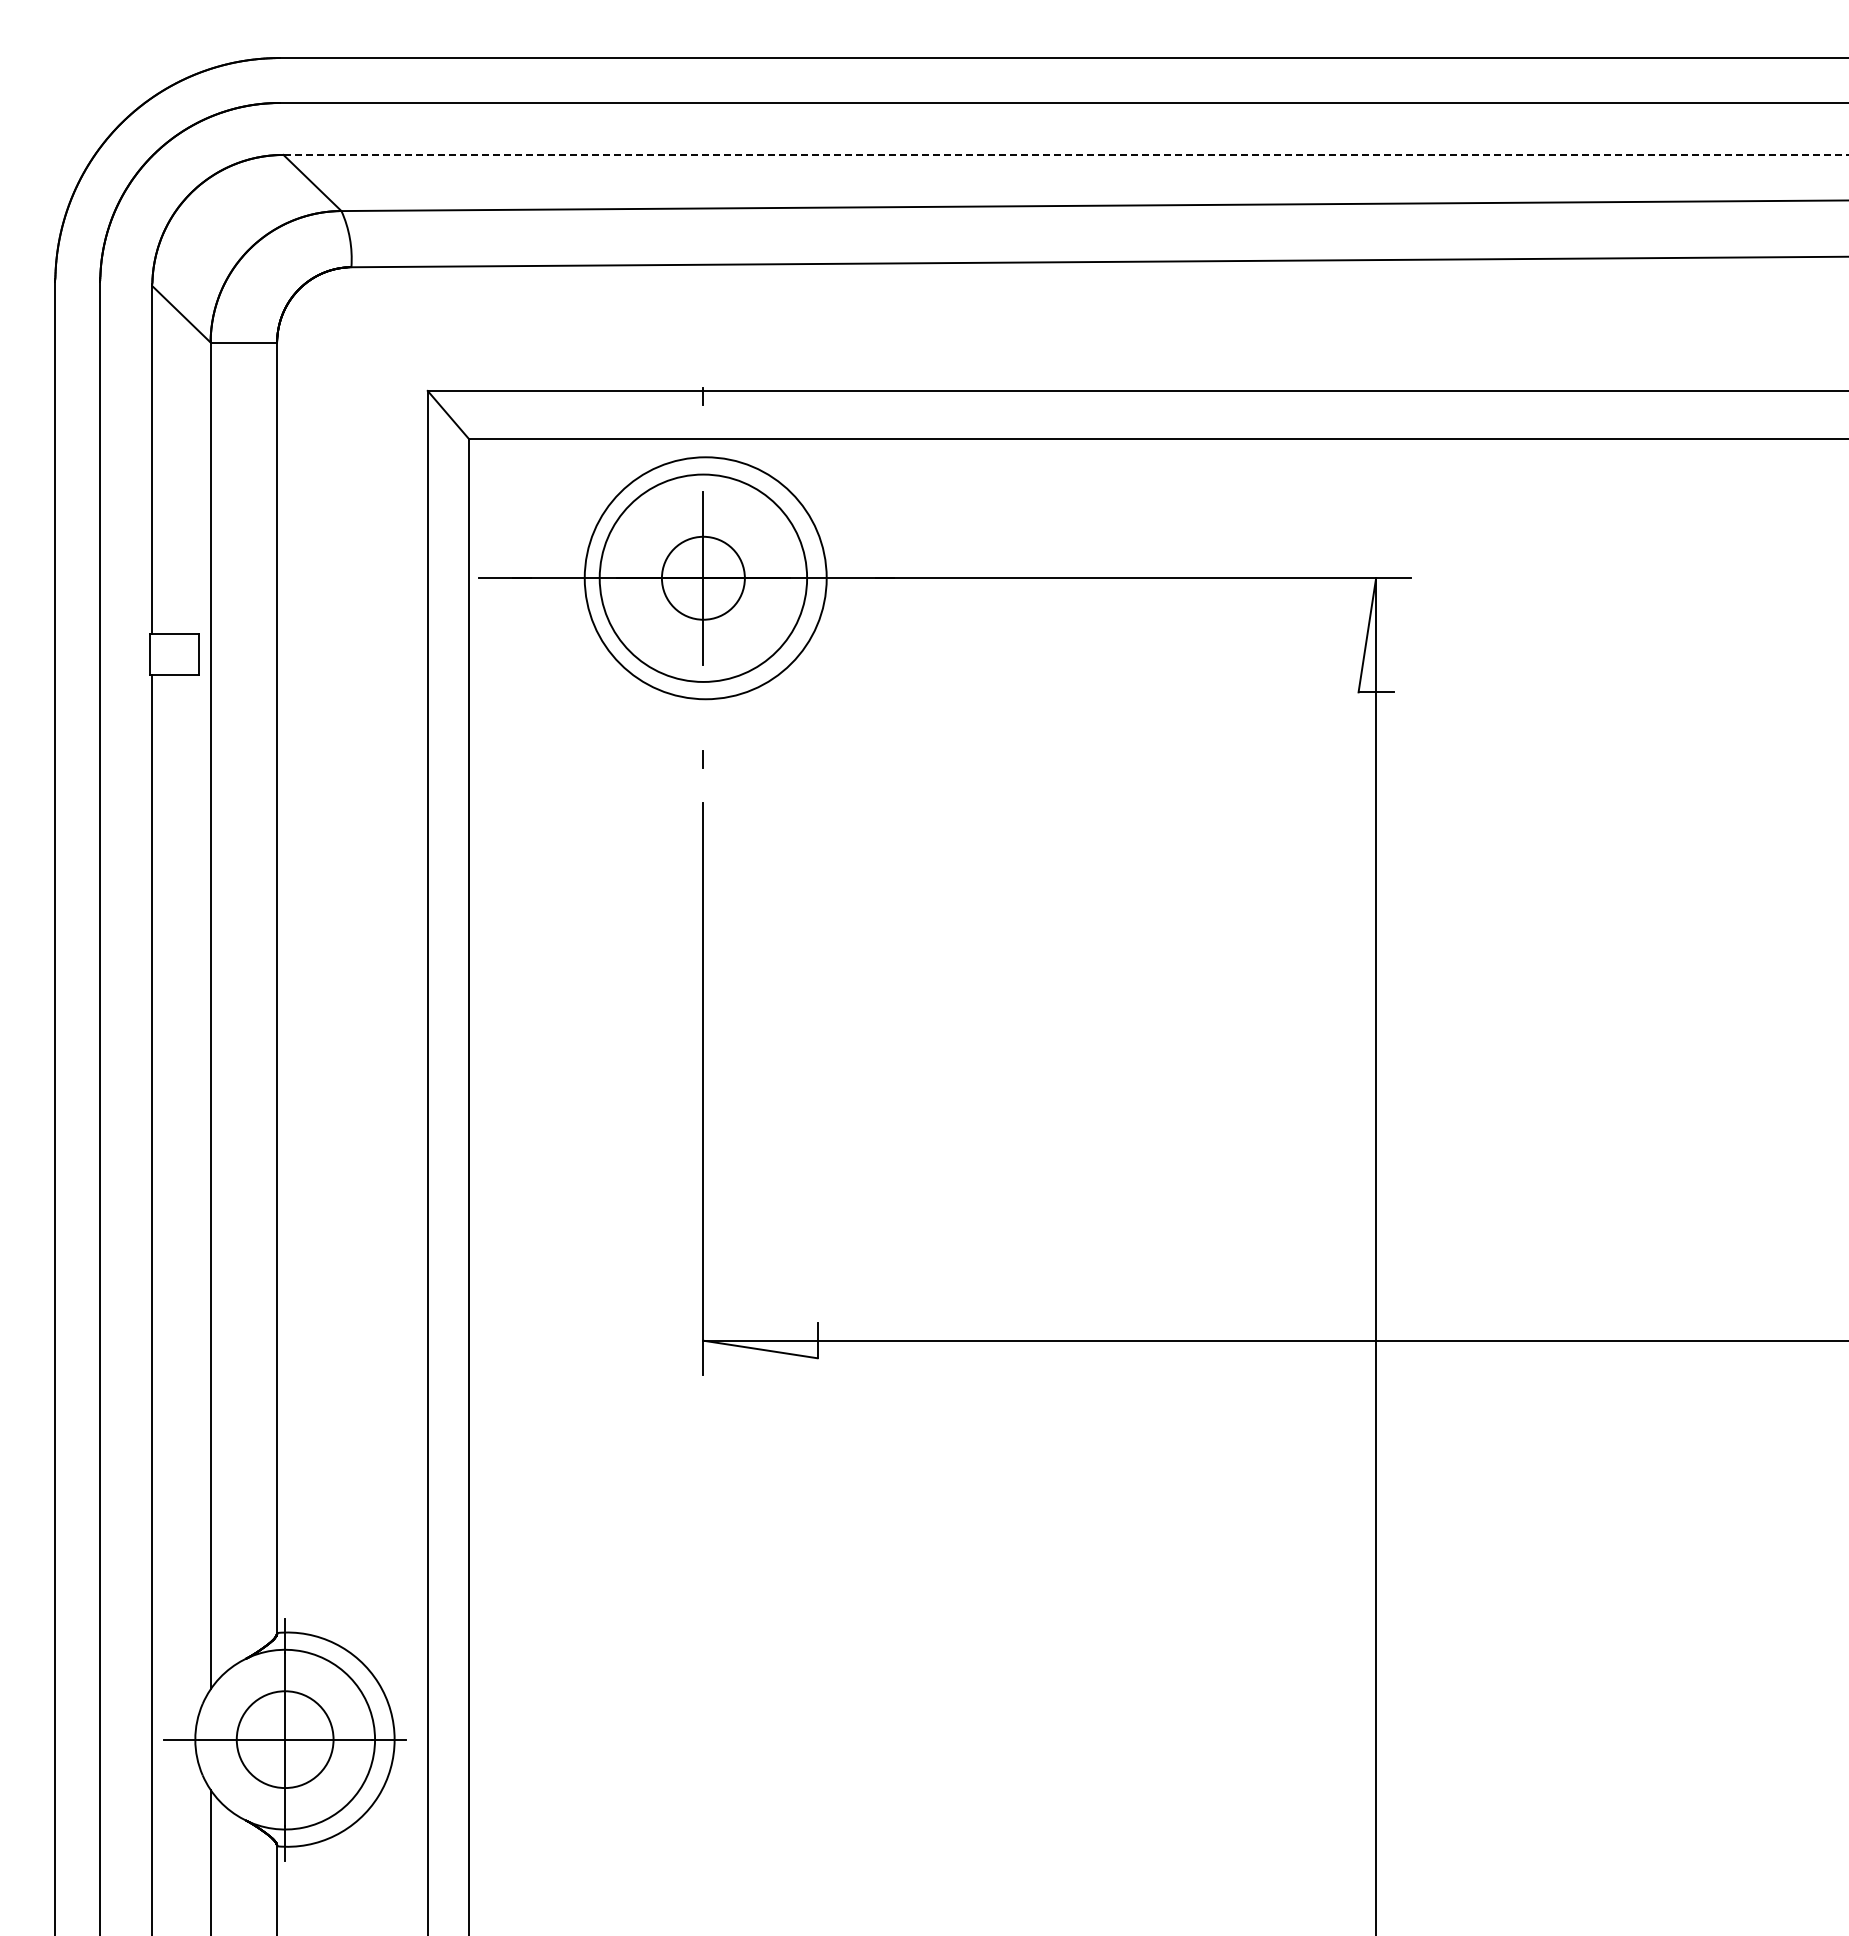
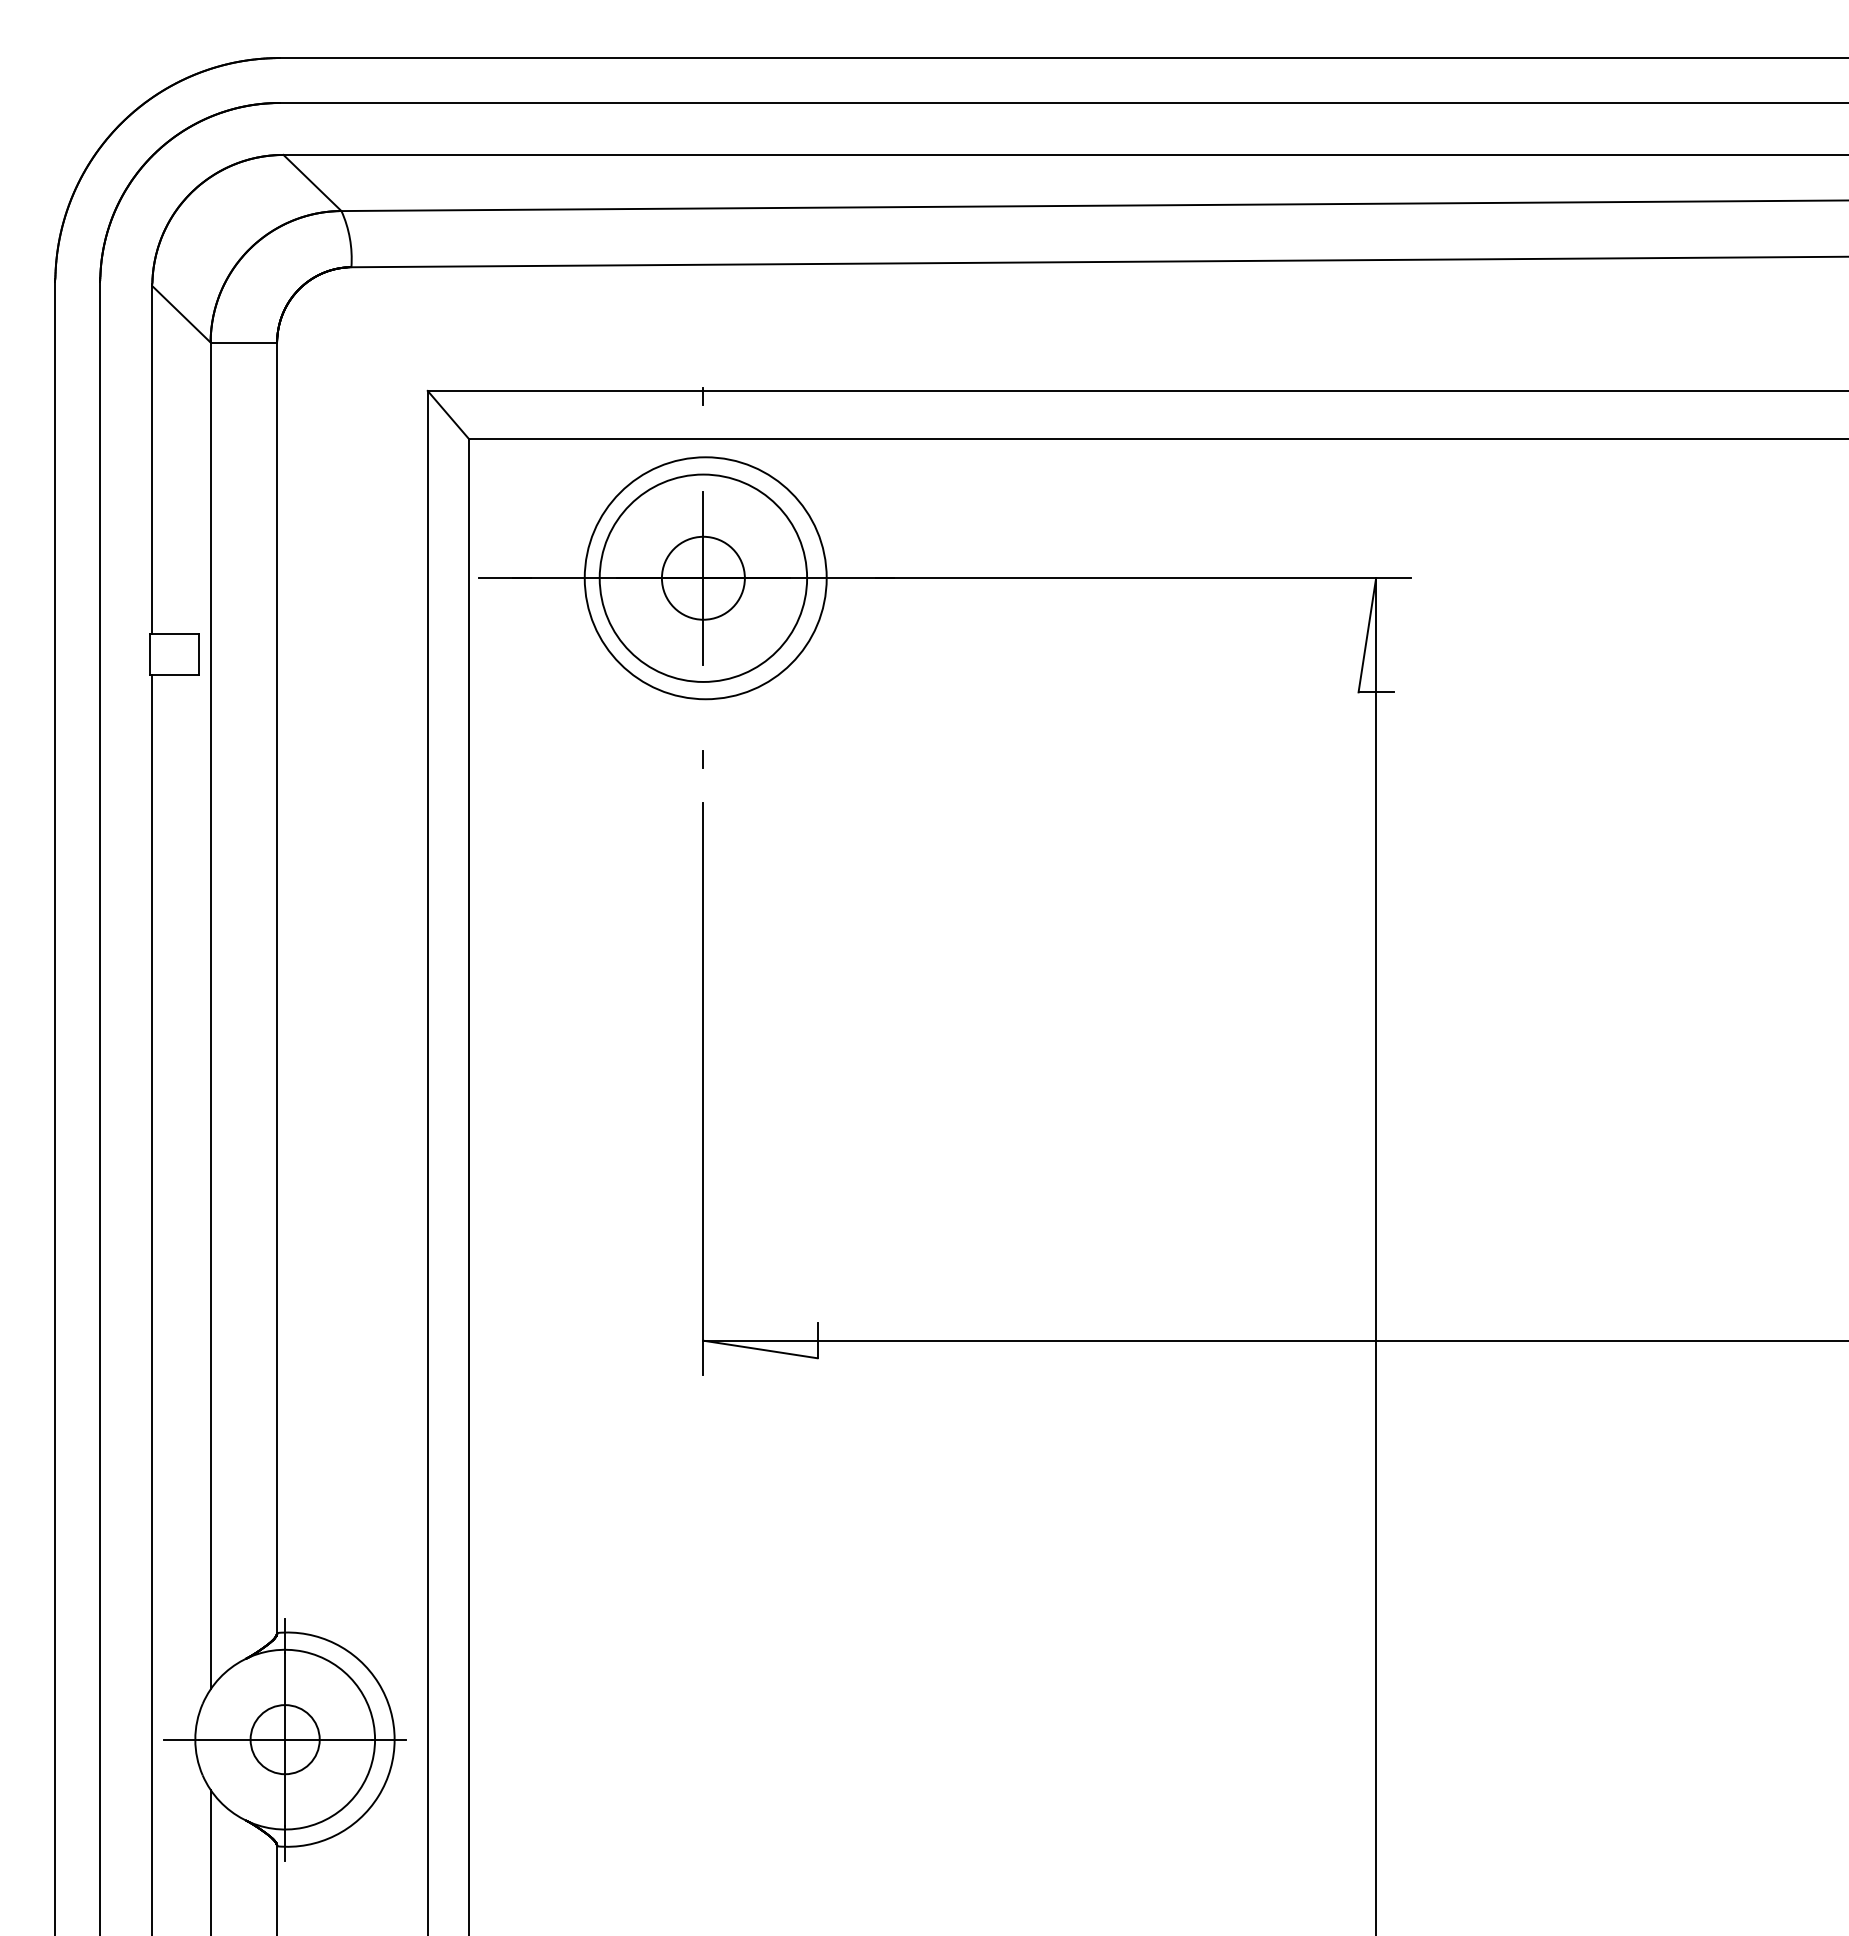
line at (1066, 154): dashed -> solid
circle at (284, 1739) diameter: 97 px -> 69 px
